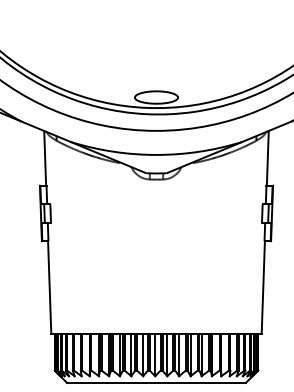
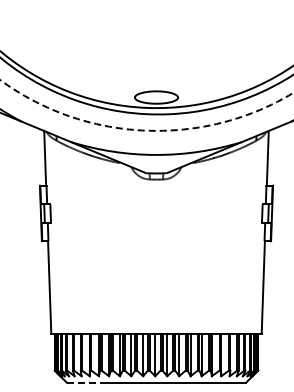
circle at (146, 105): solid -> dashed
line at (87, 382): solid -> dashed
